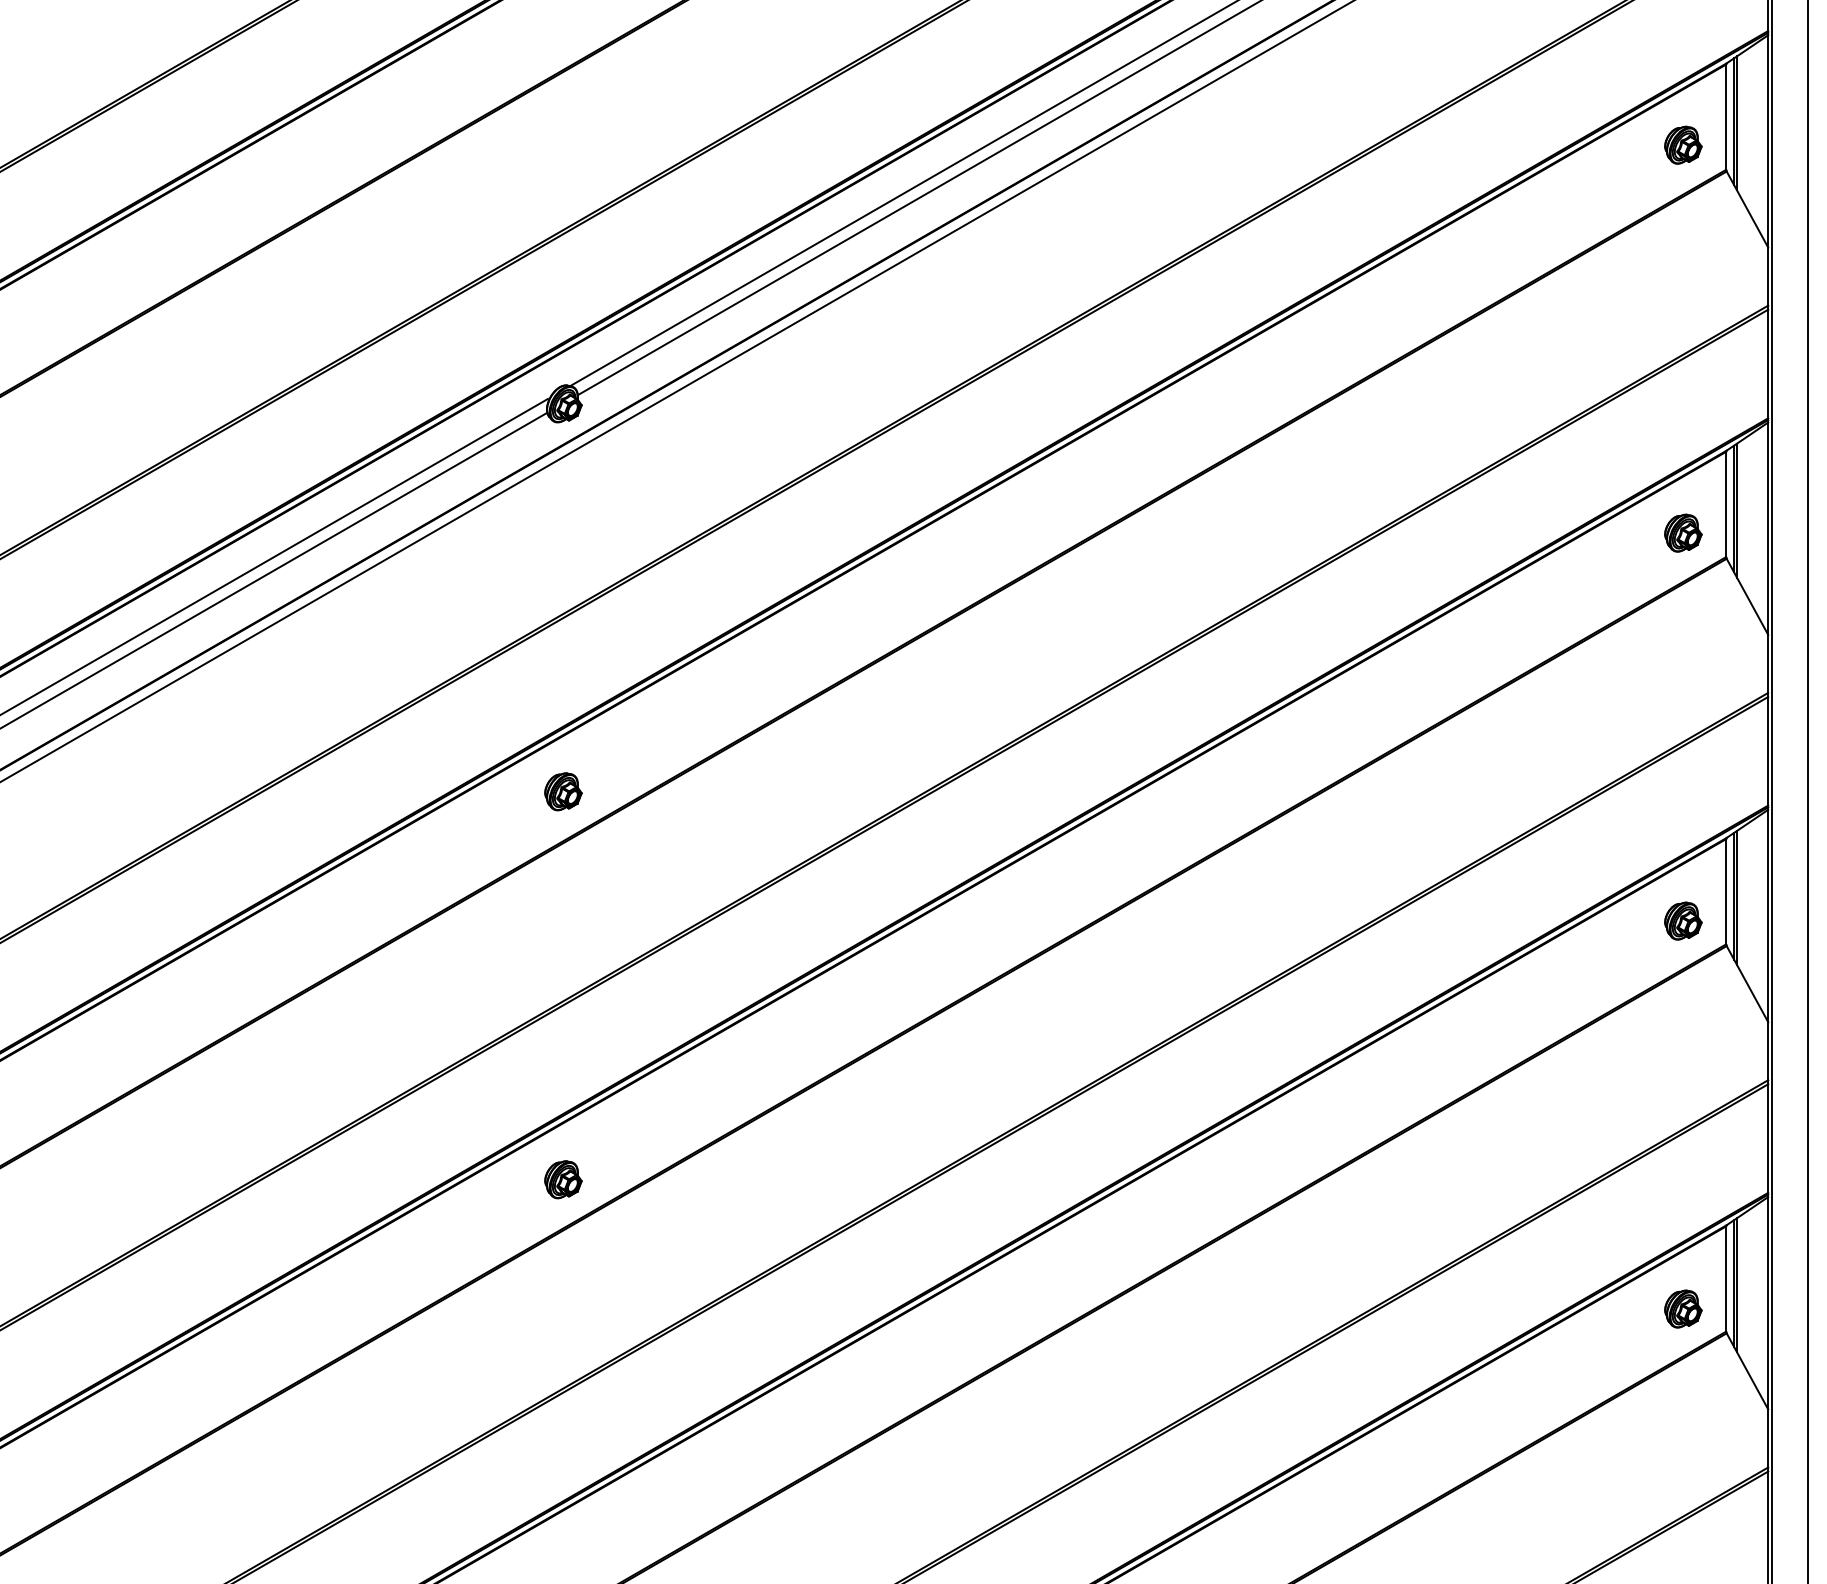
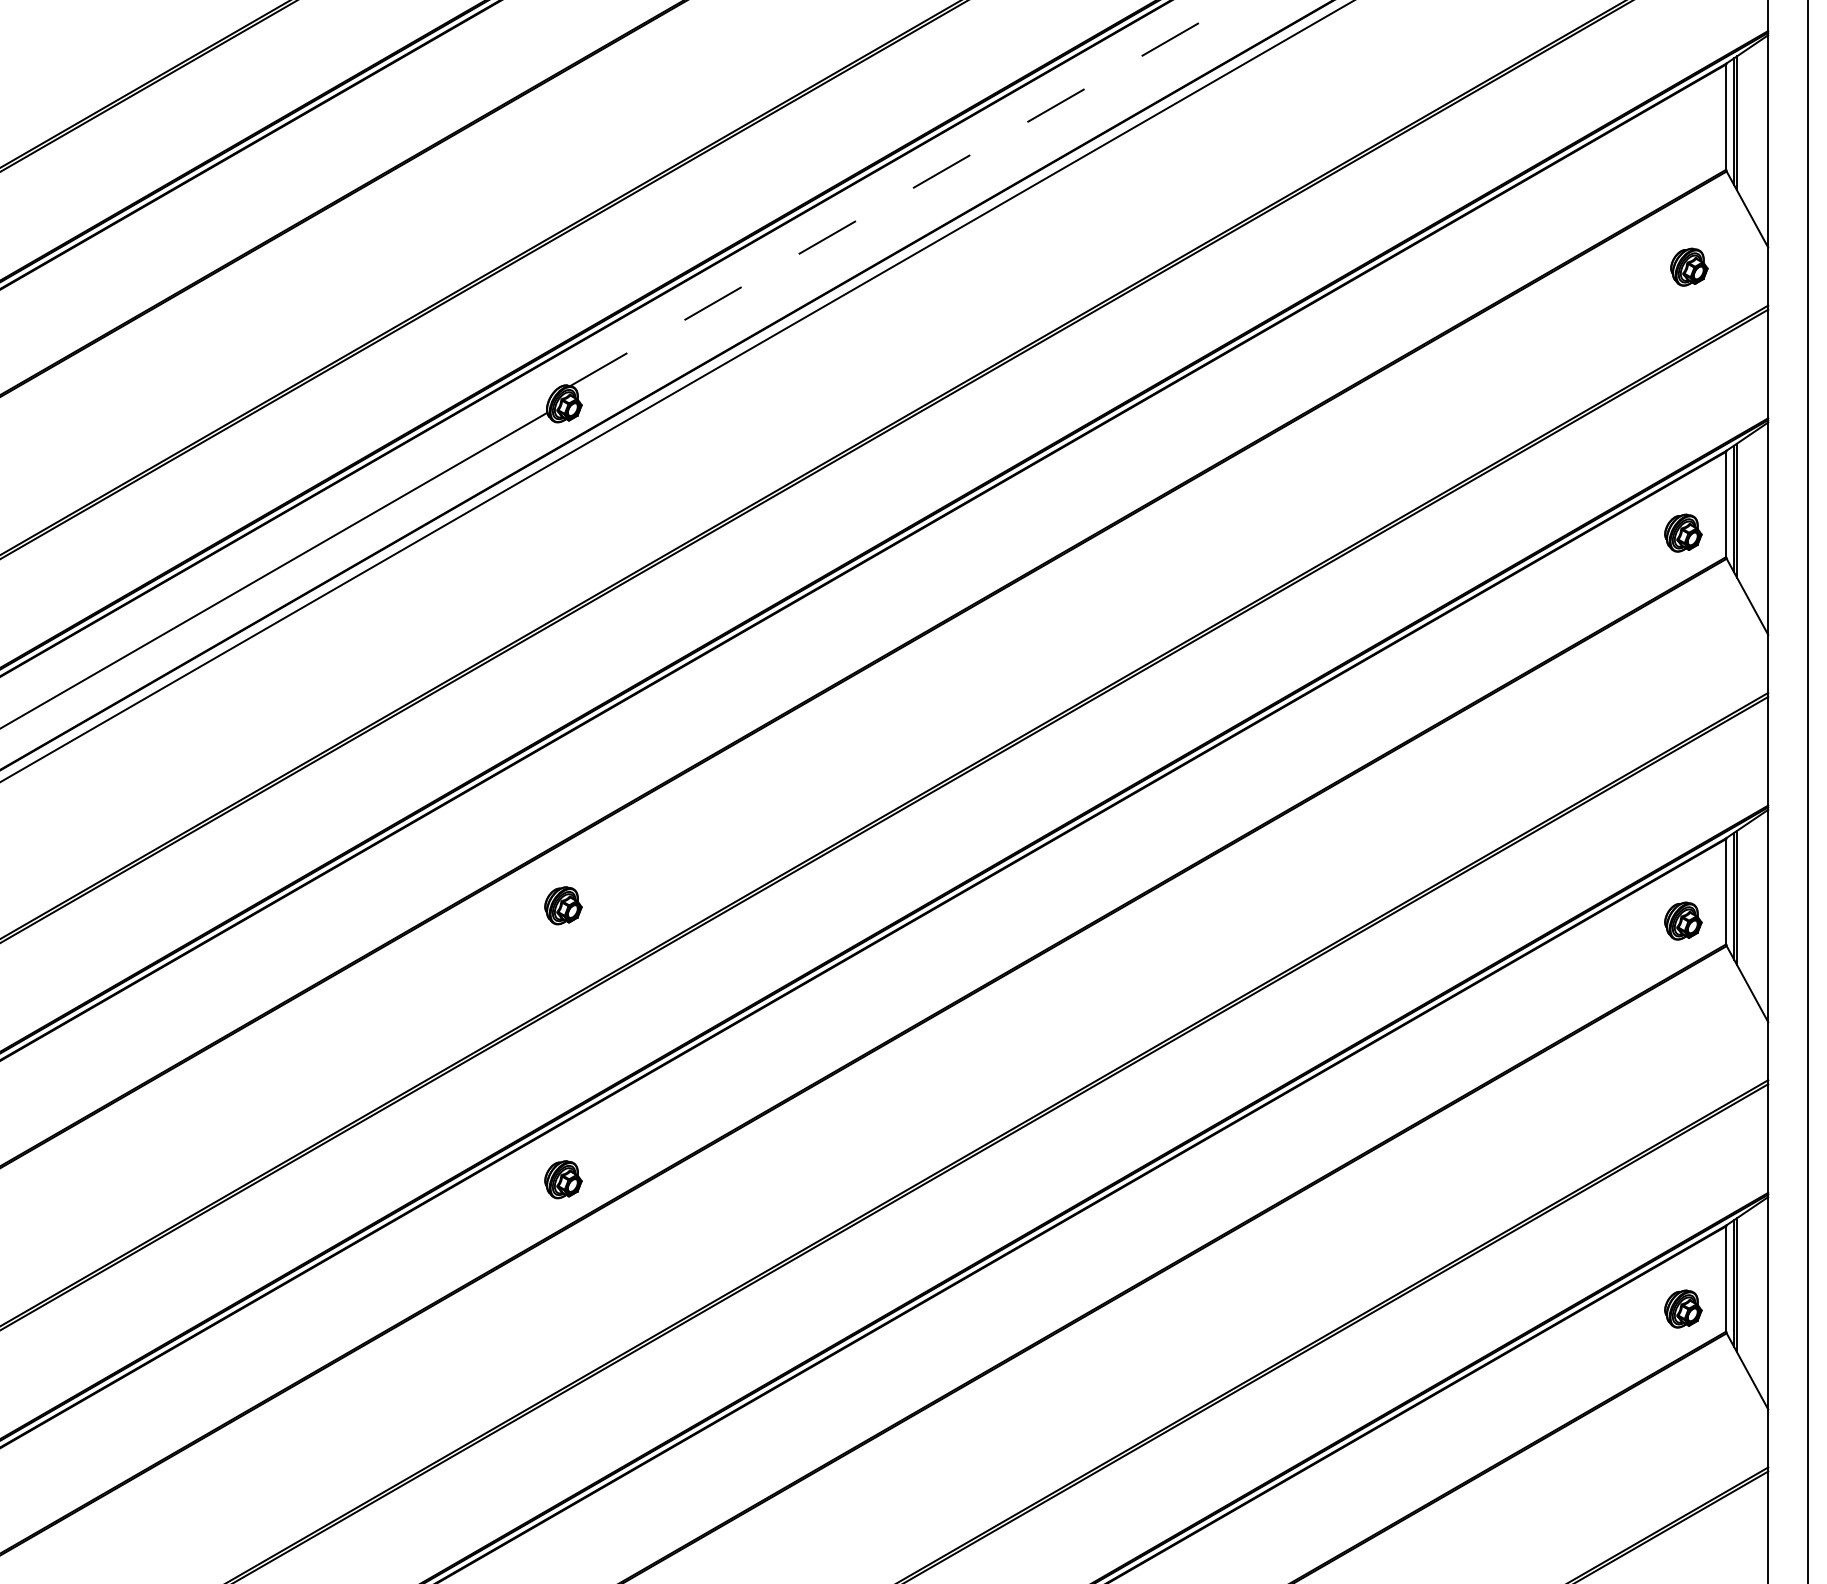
part at (1683, 144) position: (1683, 144) -> (1689, 266)
line at (904, 193): solid -> dashed
line at (917, 198): present -> none
line at (274, 556): present -> none
part at (563, 791) position: (563, 791) -> (563, 905)
line at (1772, 791): present -> none
